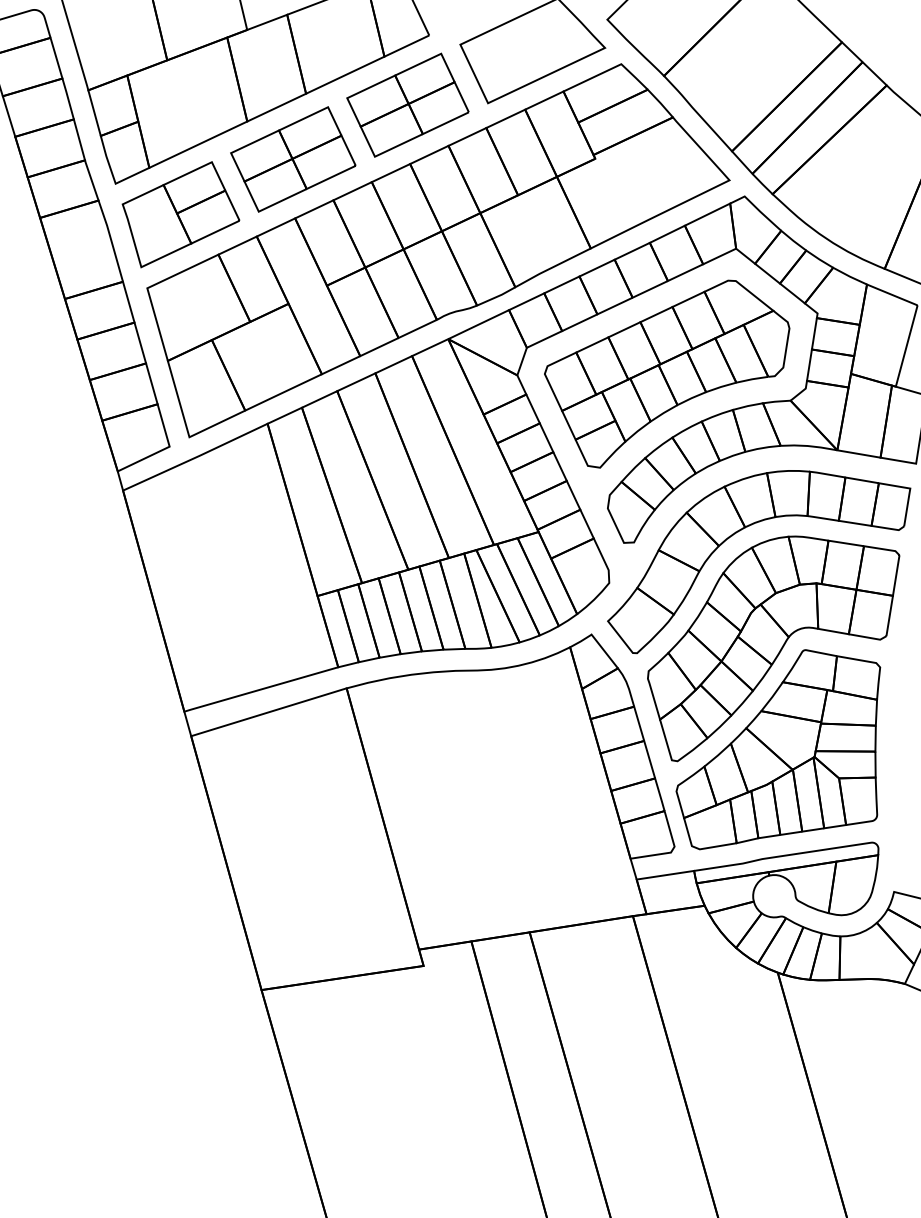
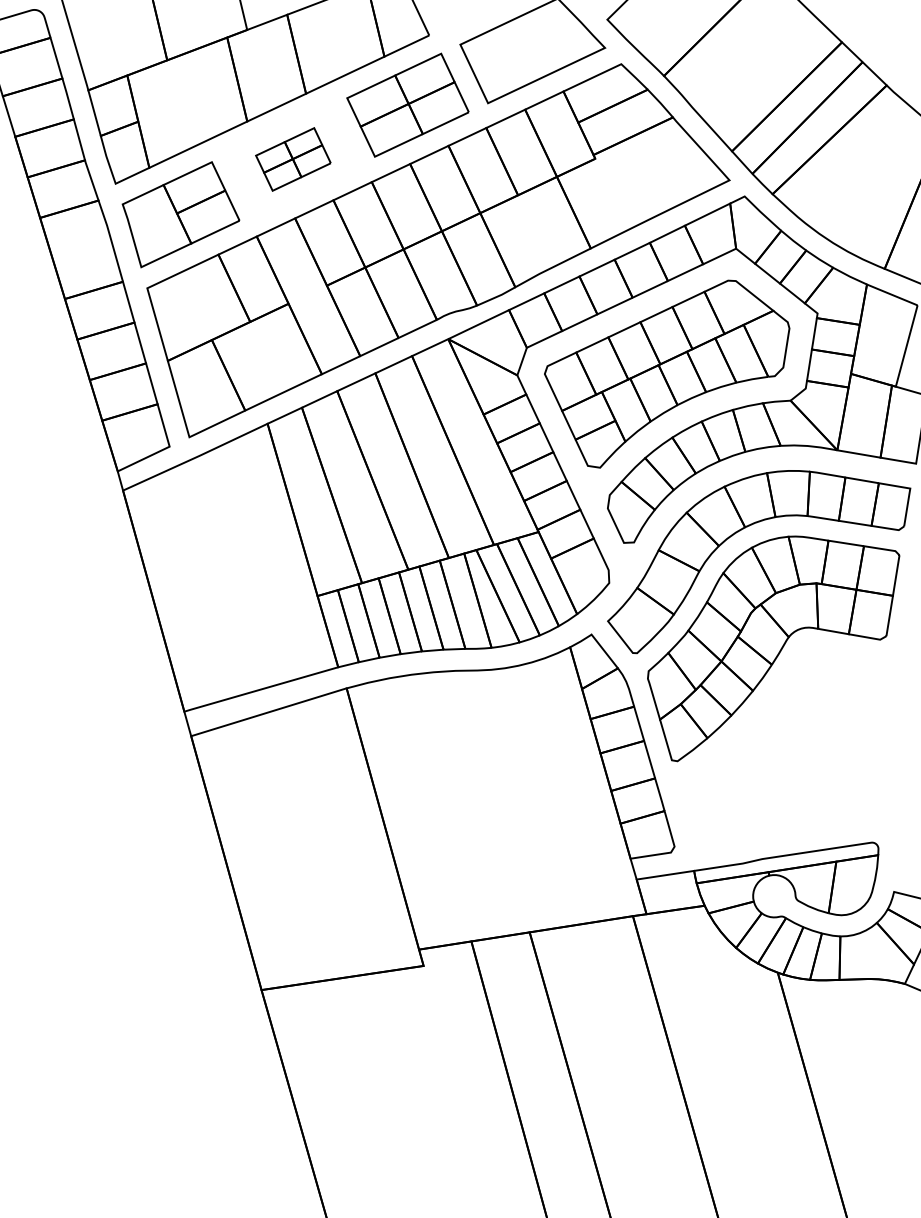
part at (293, 159) size: 127x107 px -> 77x65 px
part at (778, 749): present -> none
